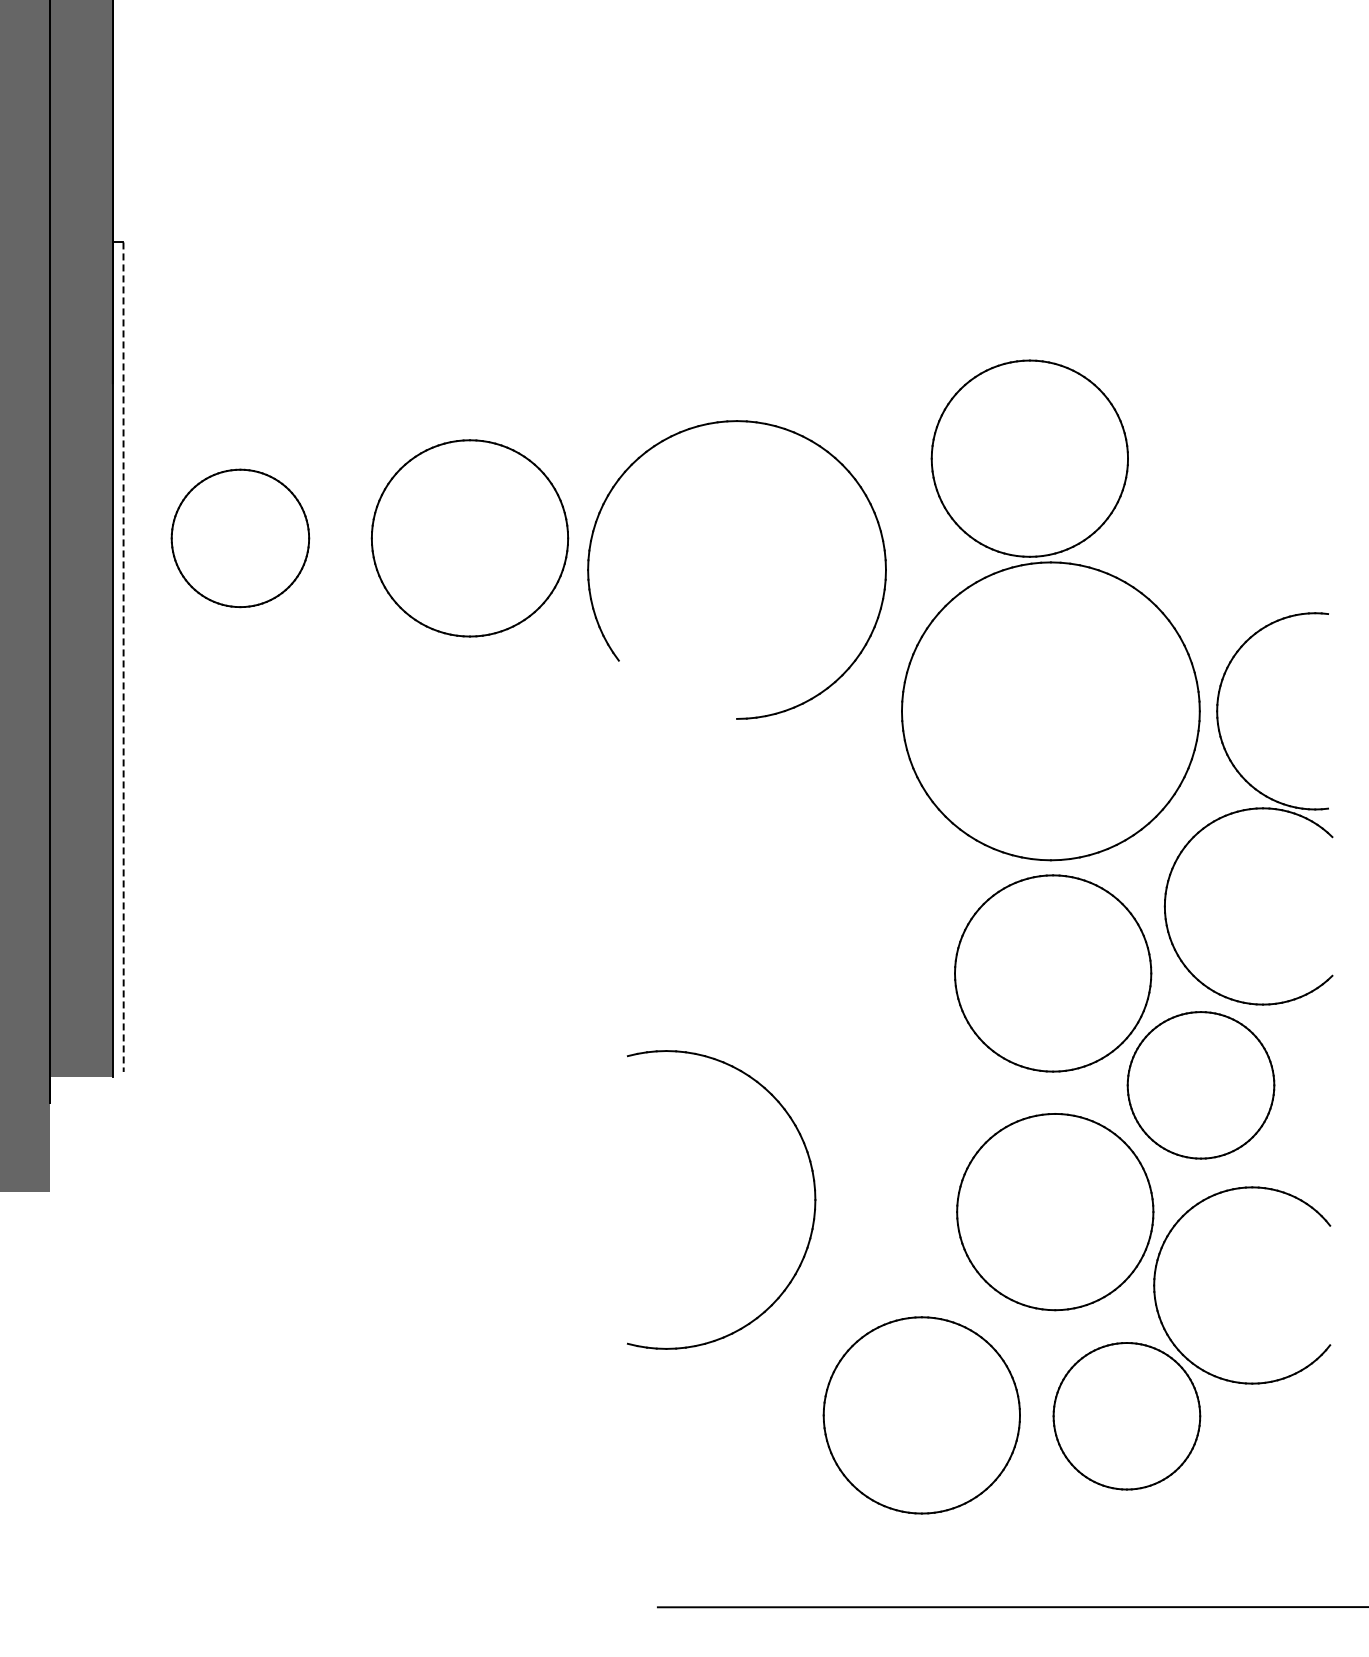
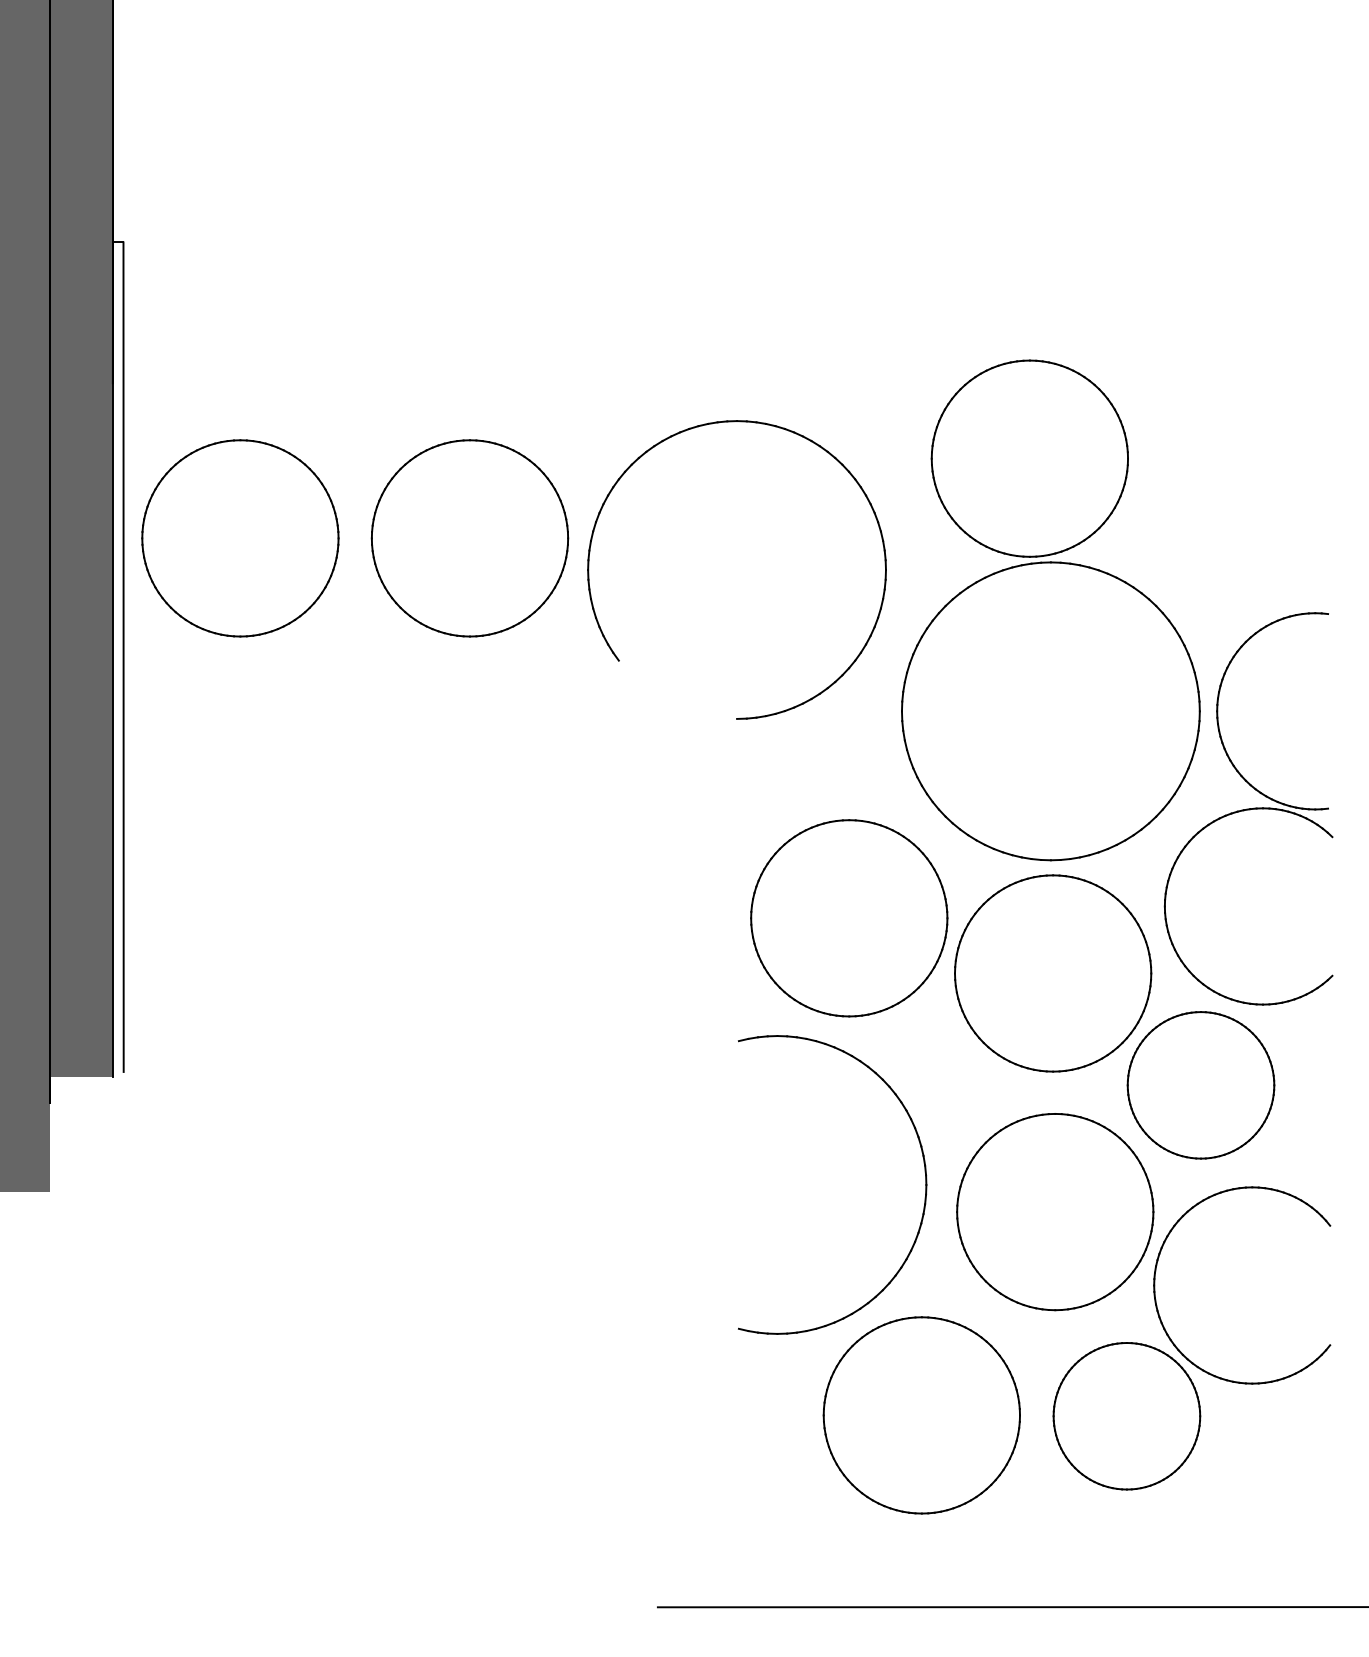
part at (240, 538) size: 141x141 px -> 199x199 px
line at (123, 657): dashed -> solid
part at (849, 918): none -> present
part at (813, 1187) position: (813, 1187) -> (924, 1172)
